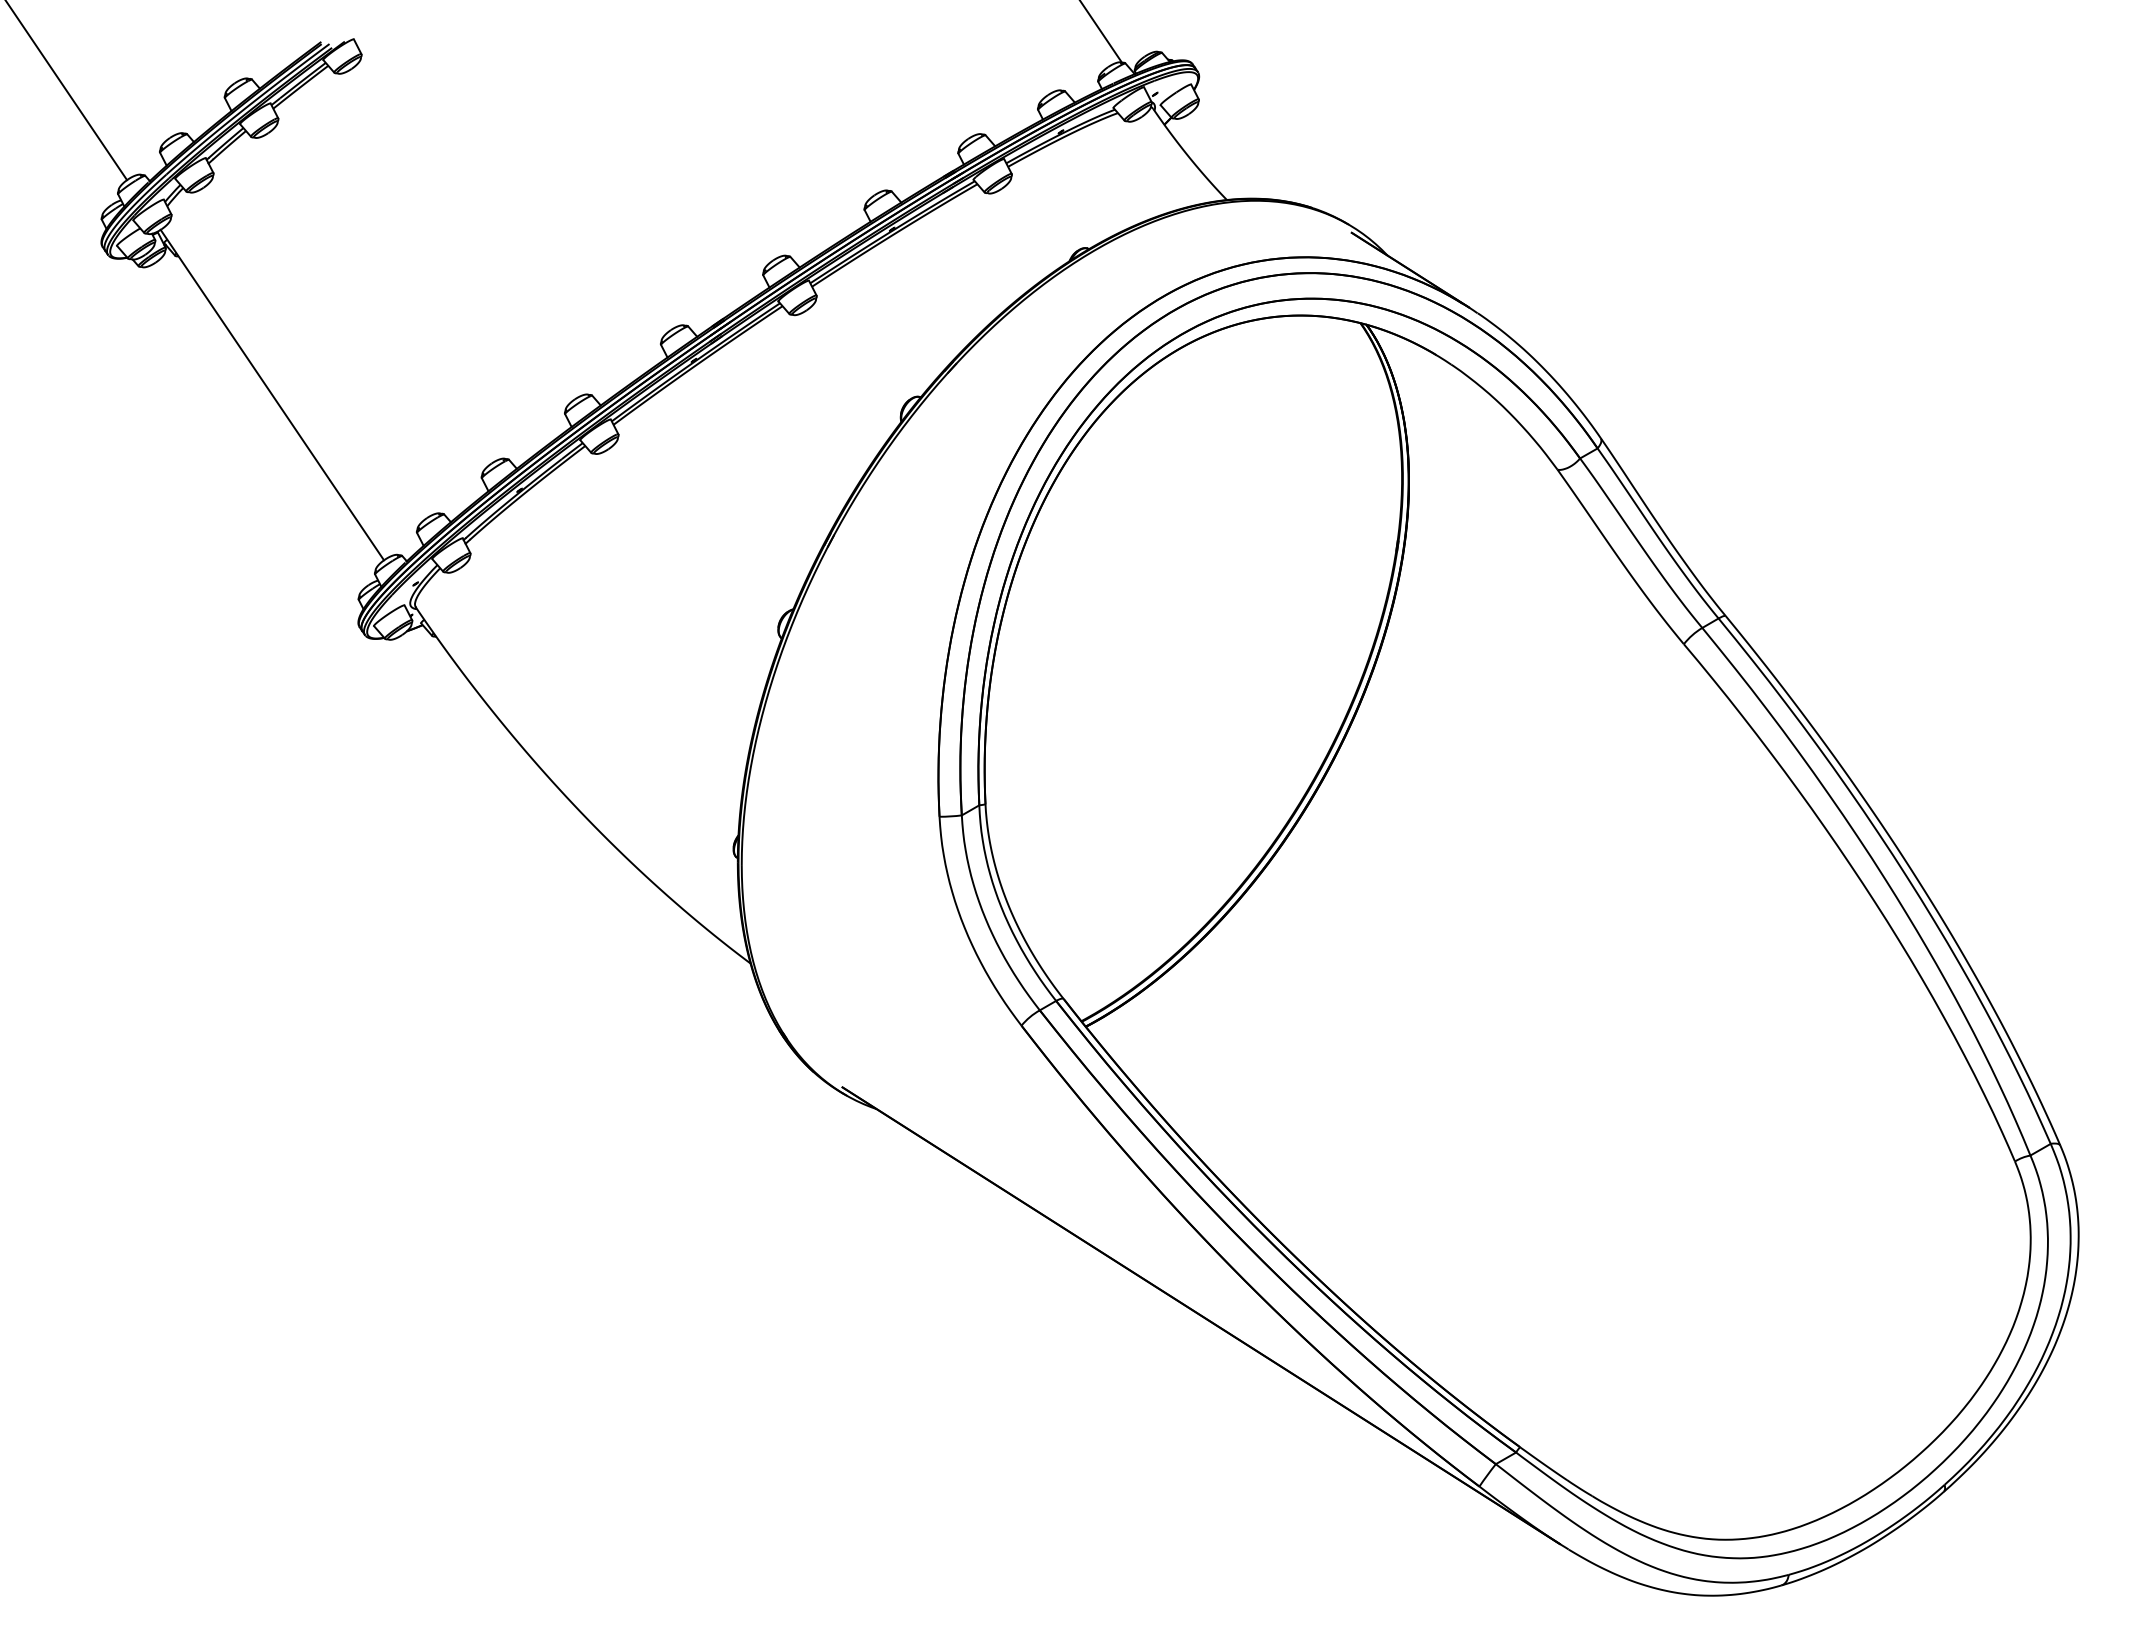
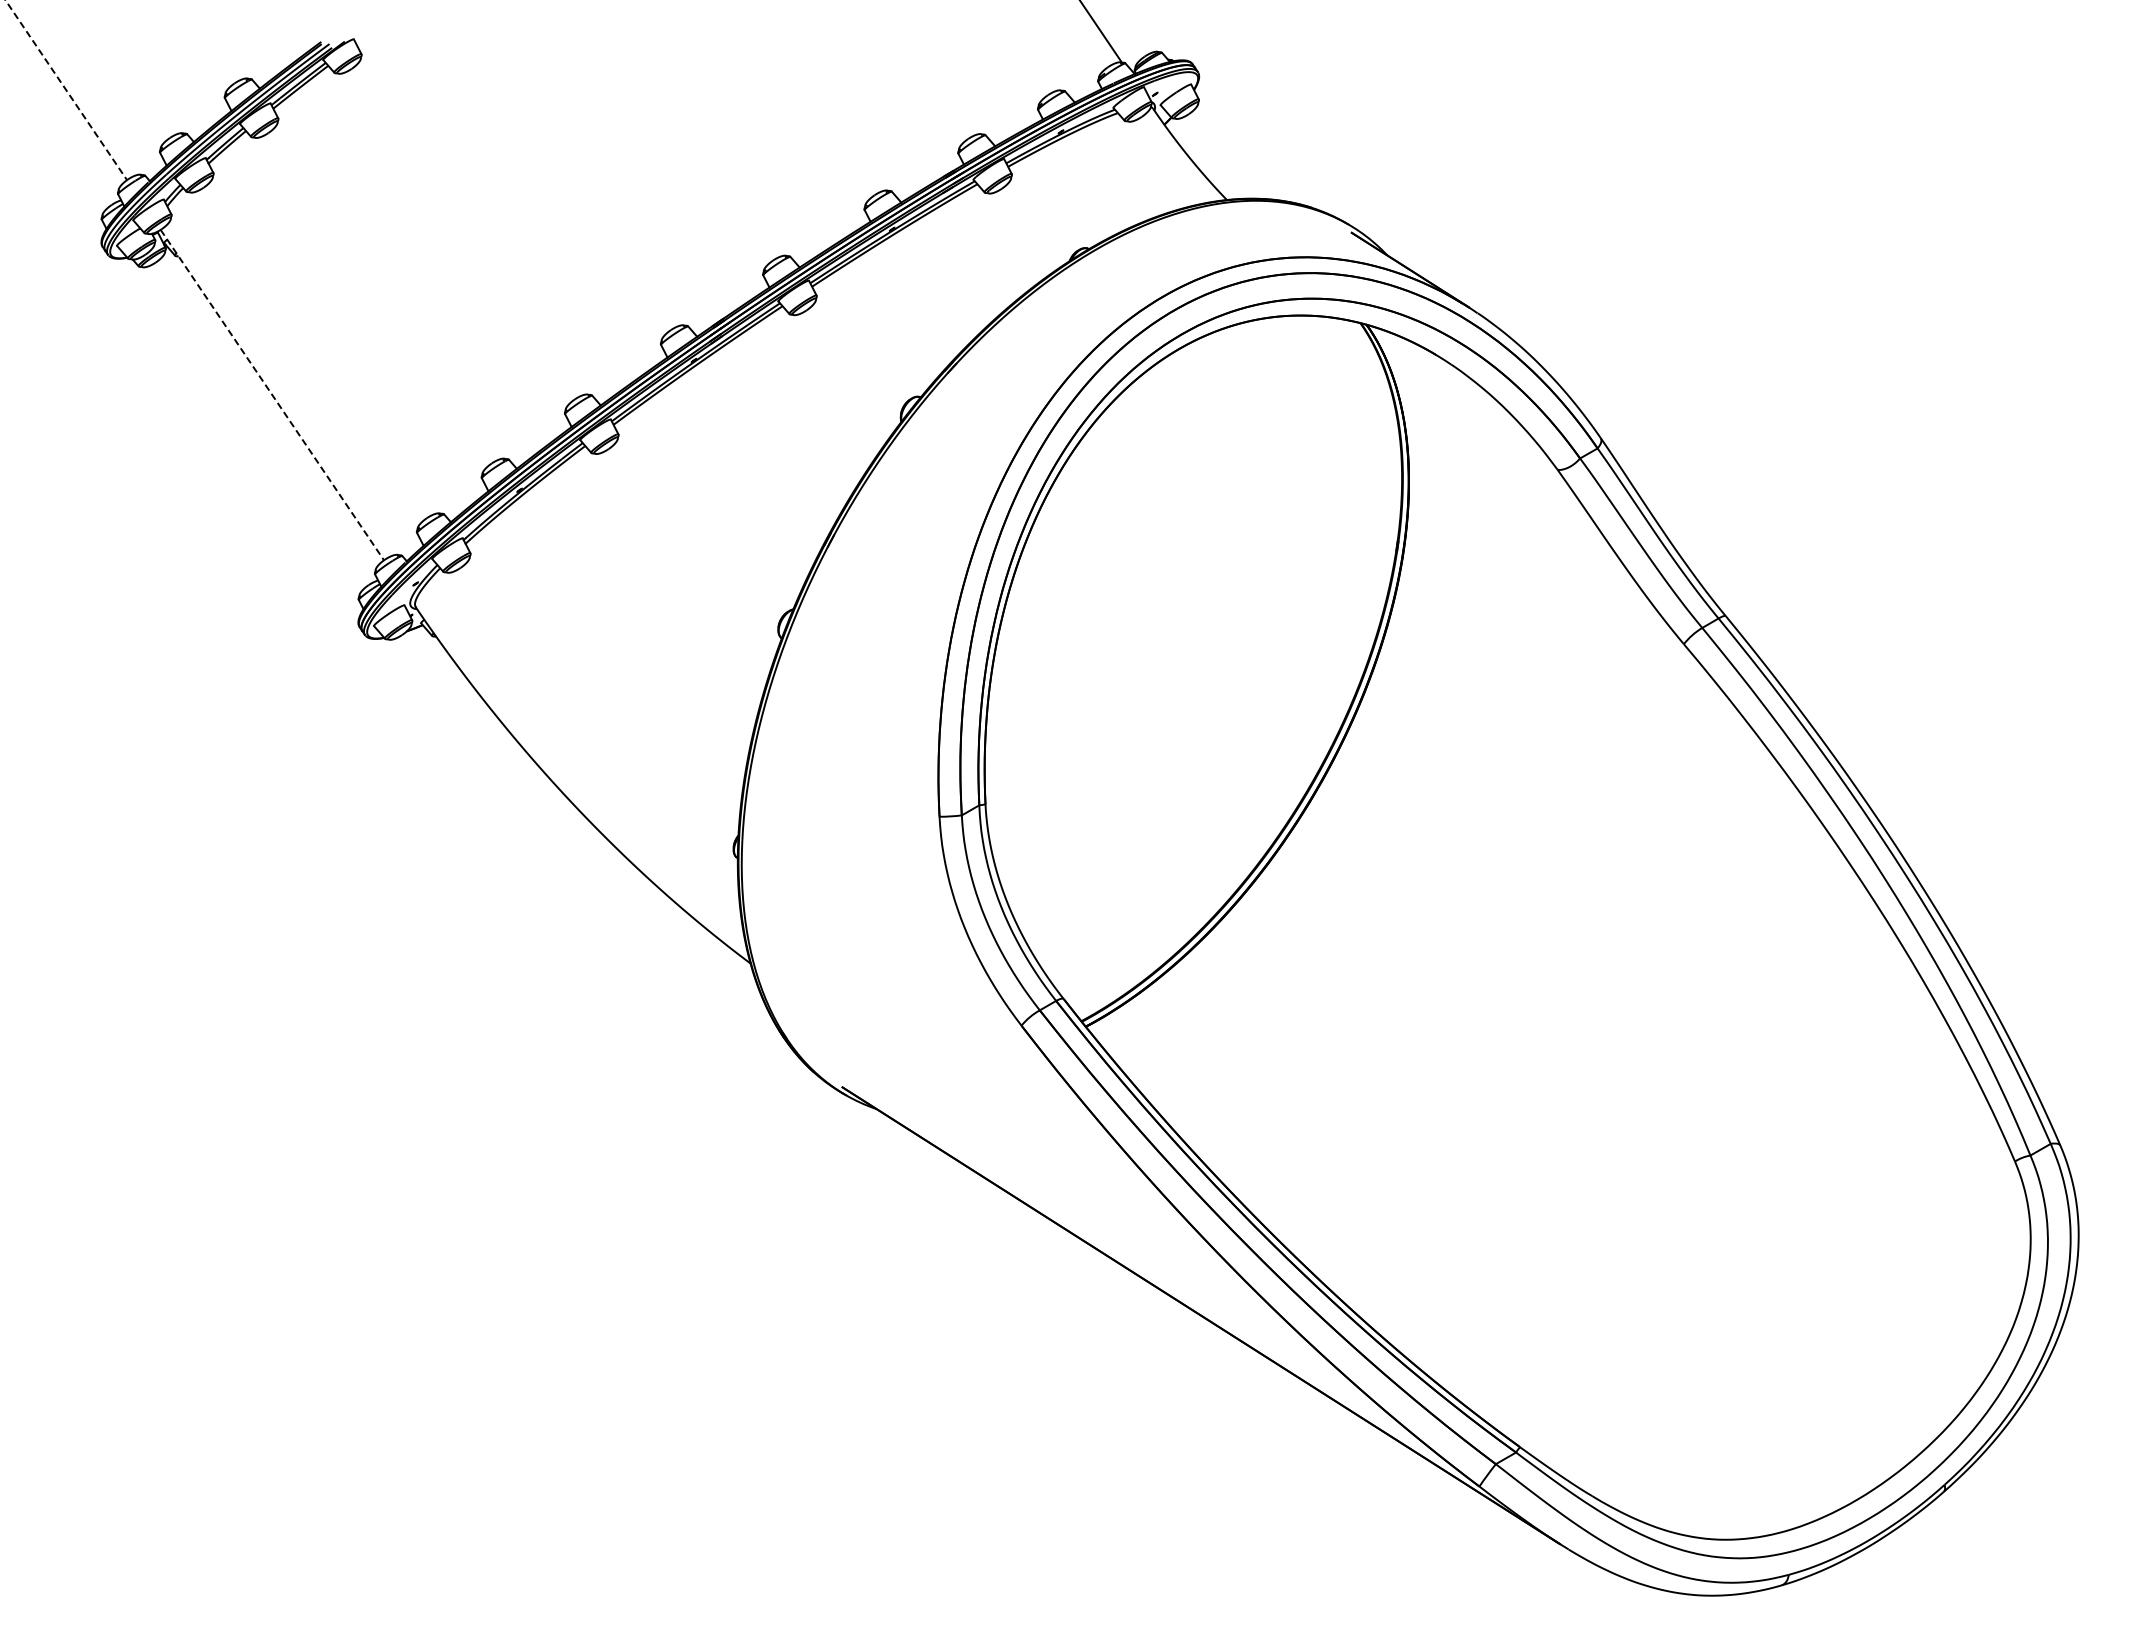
line at (66, 90): solid -> dashed
line at (272, 395): solid -> dashed
